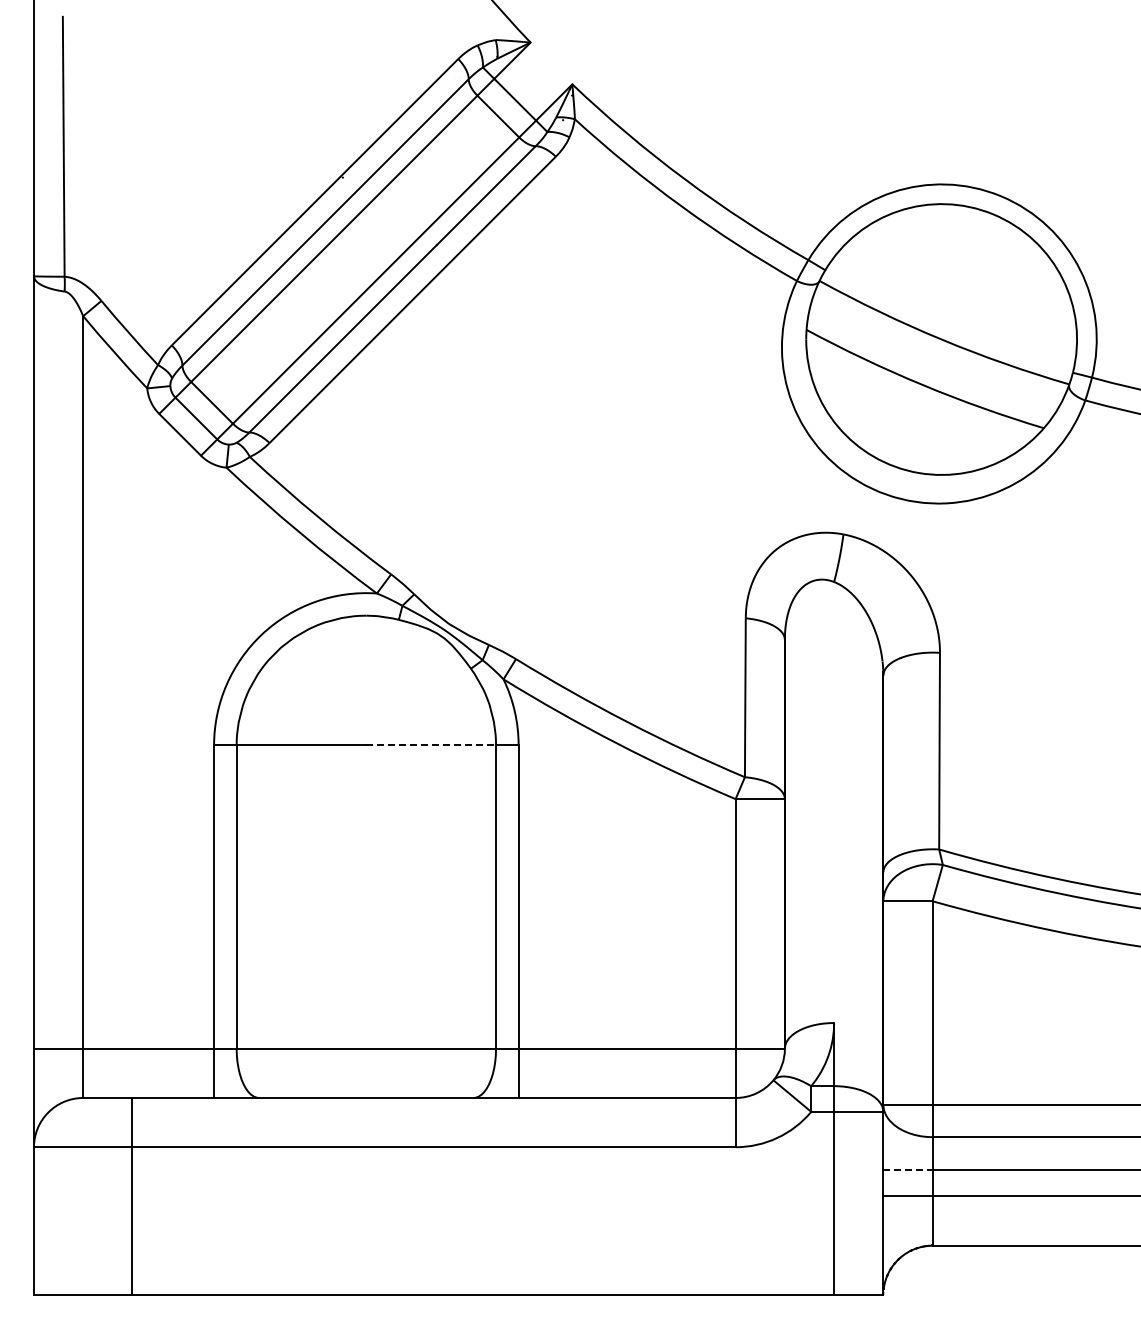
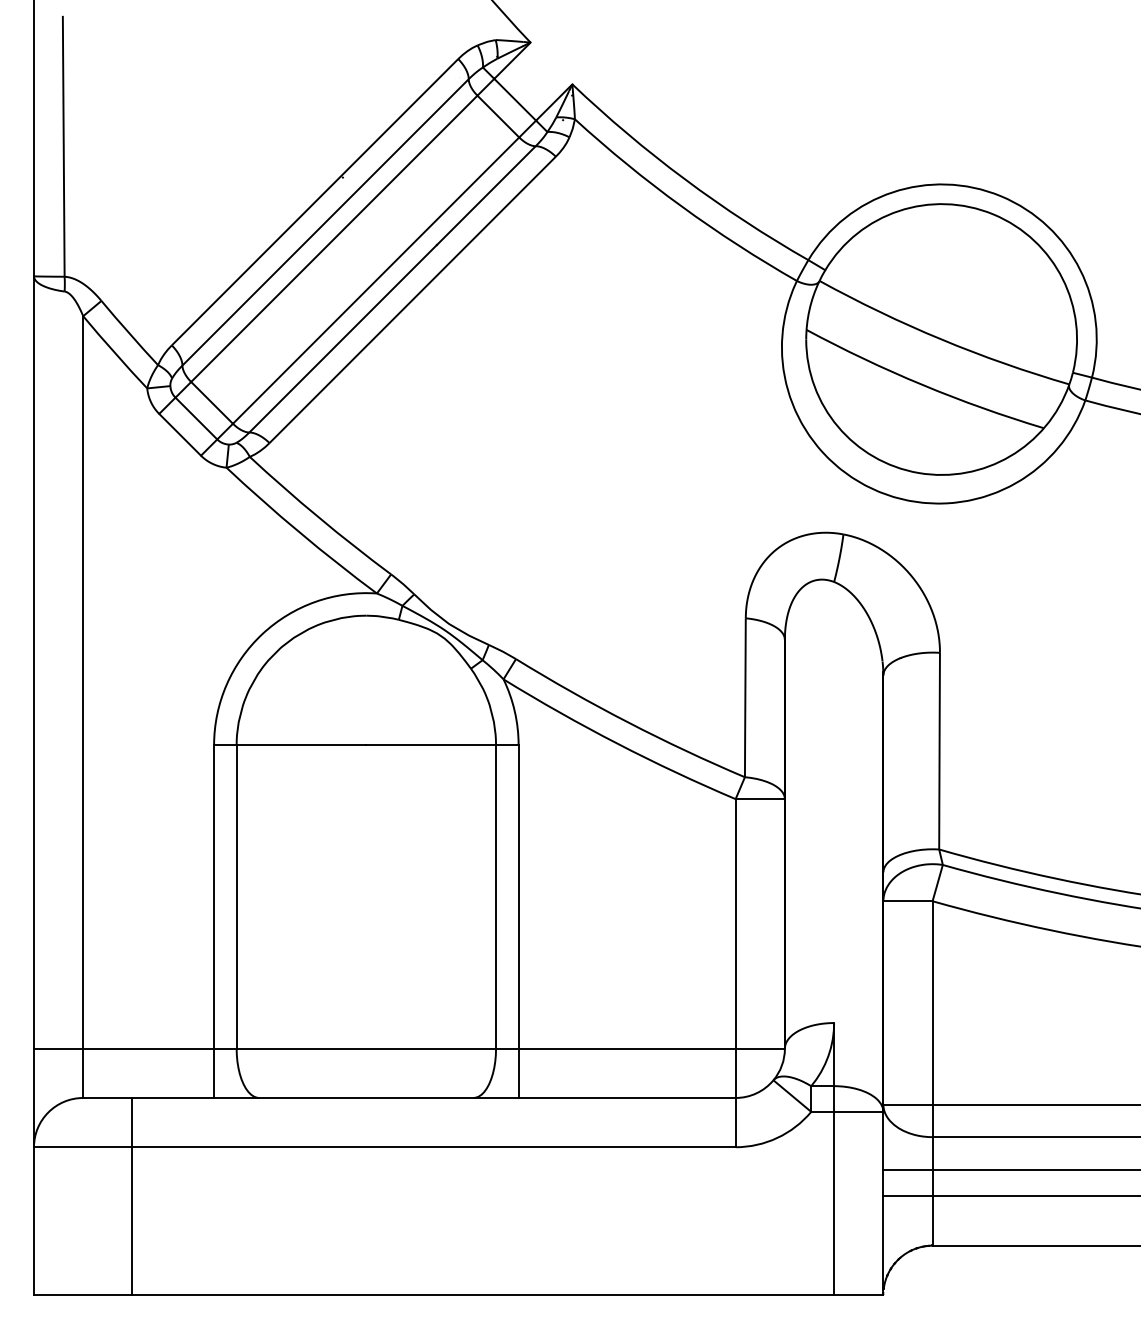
line at (431, 745): dashed -> solid
line at (908, 1169): dashed -> solid
